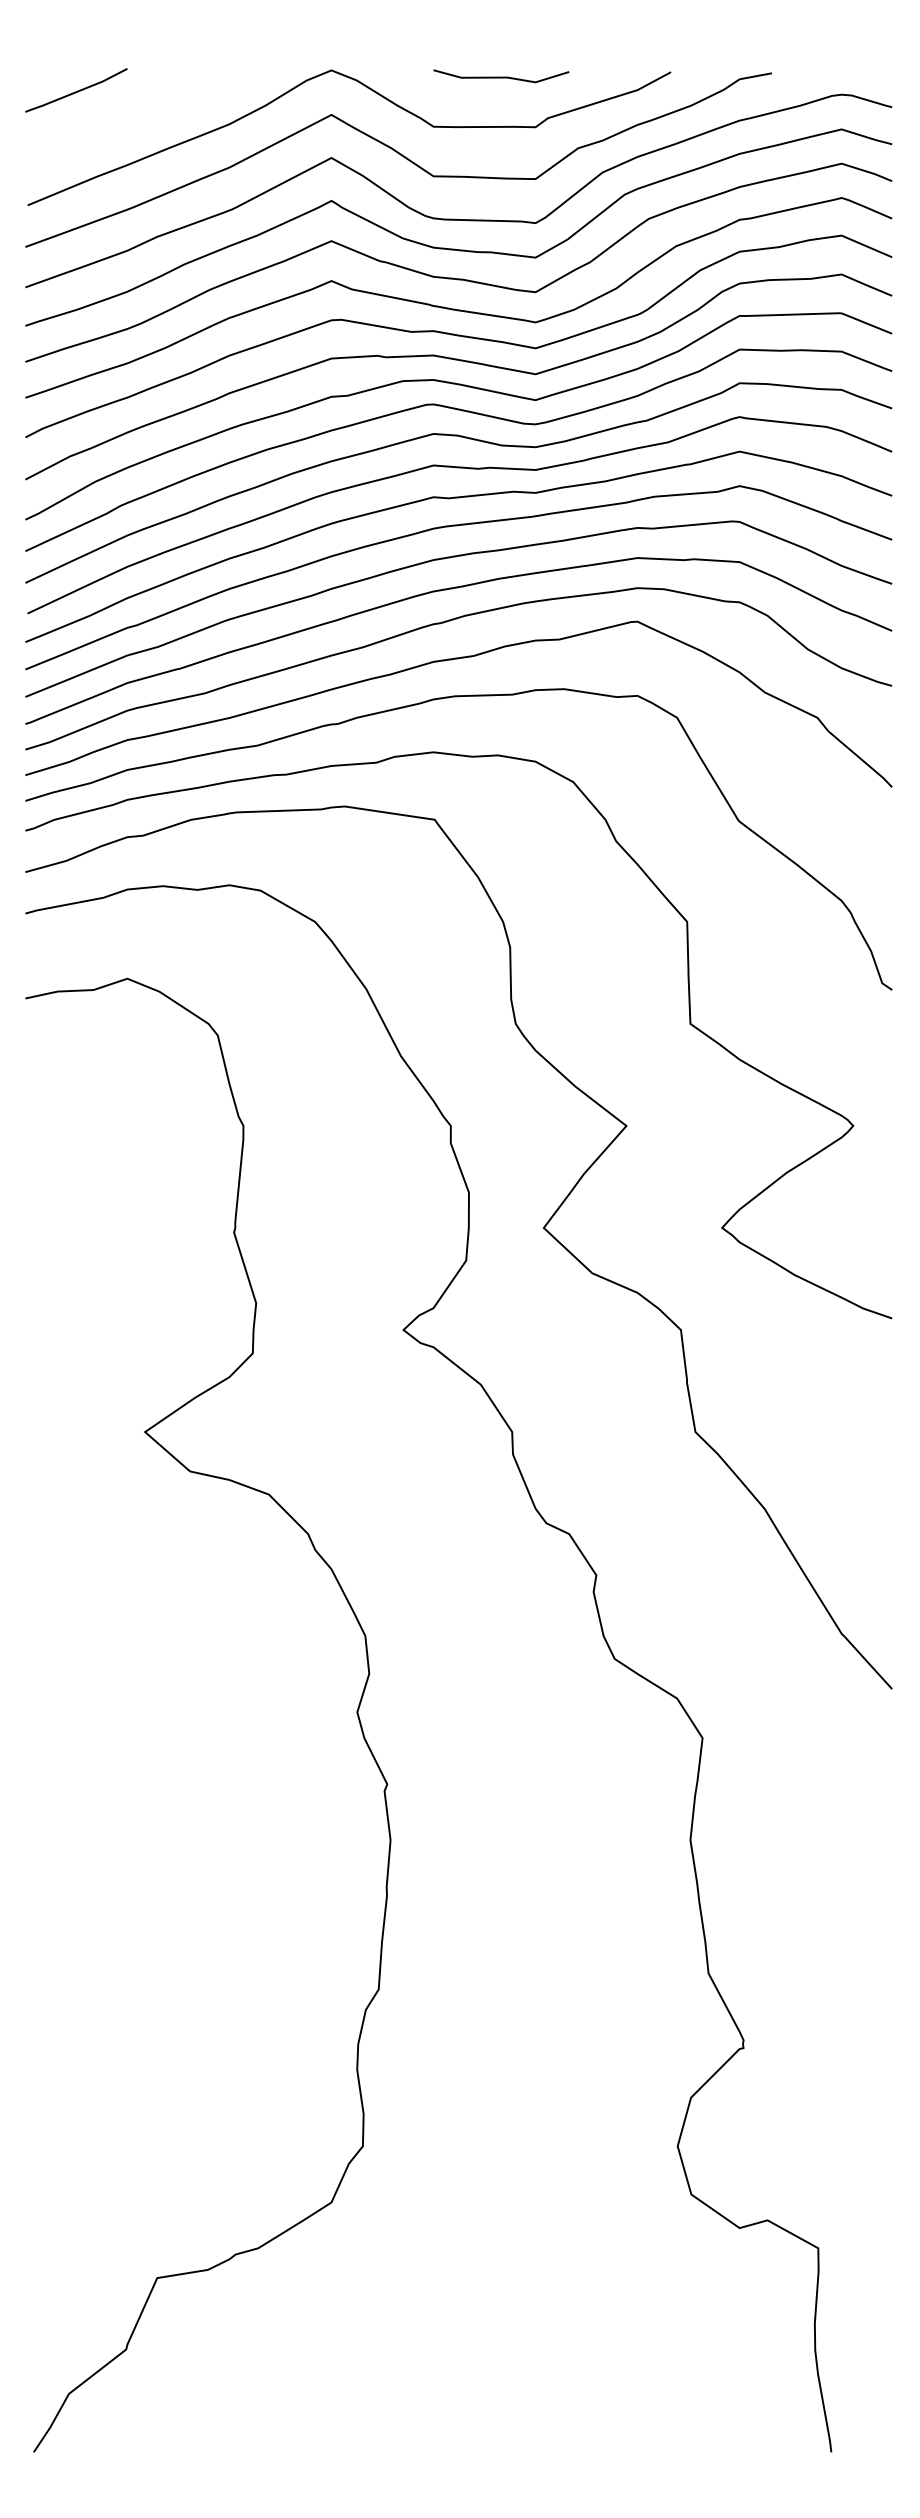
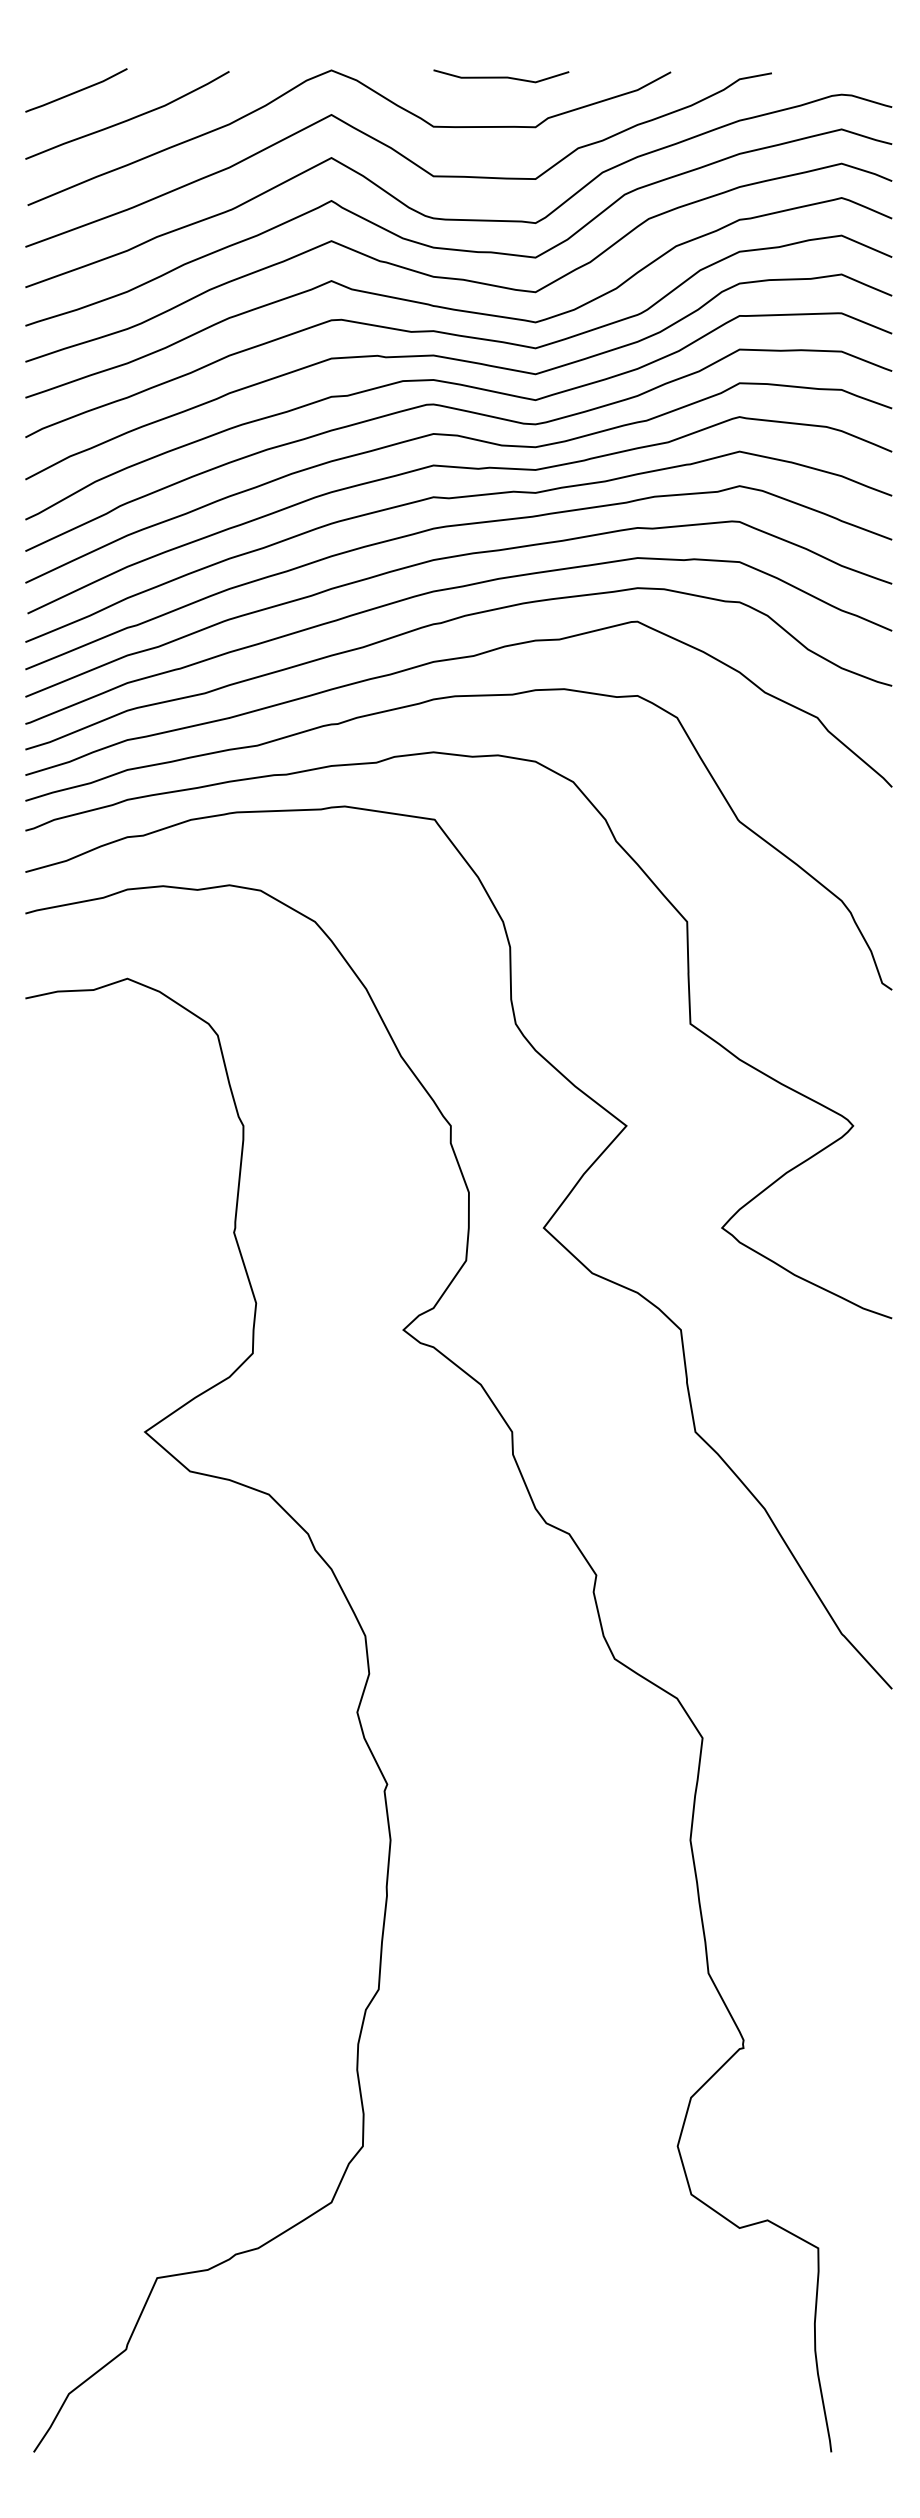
curve at (129, 118): none -> present
